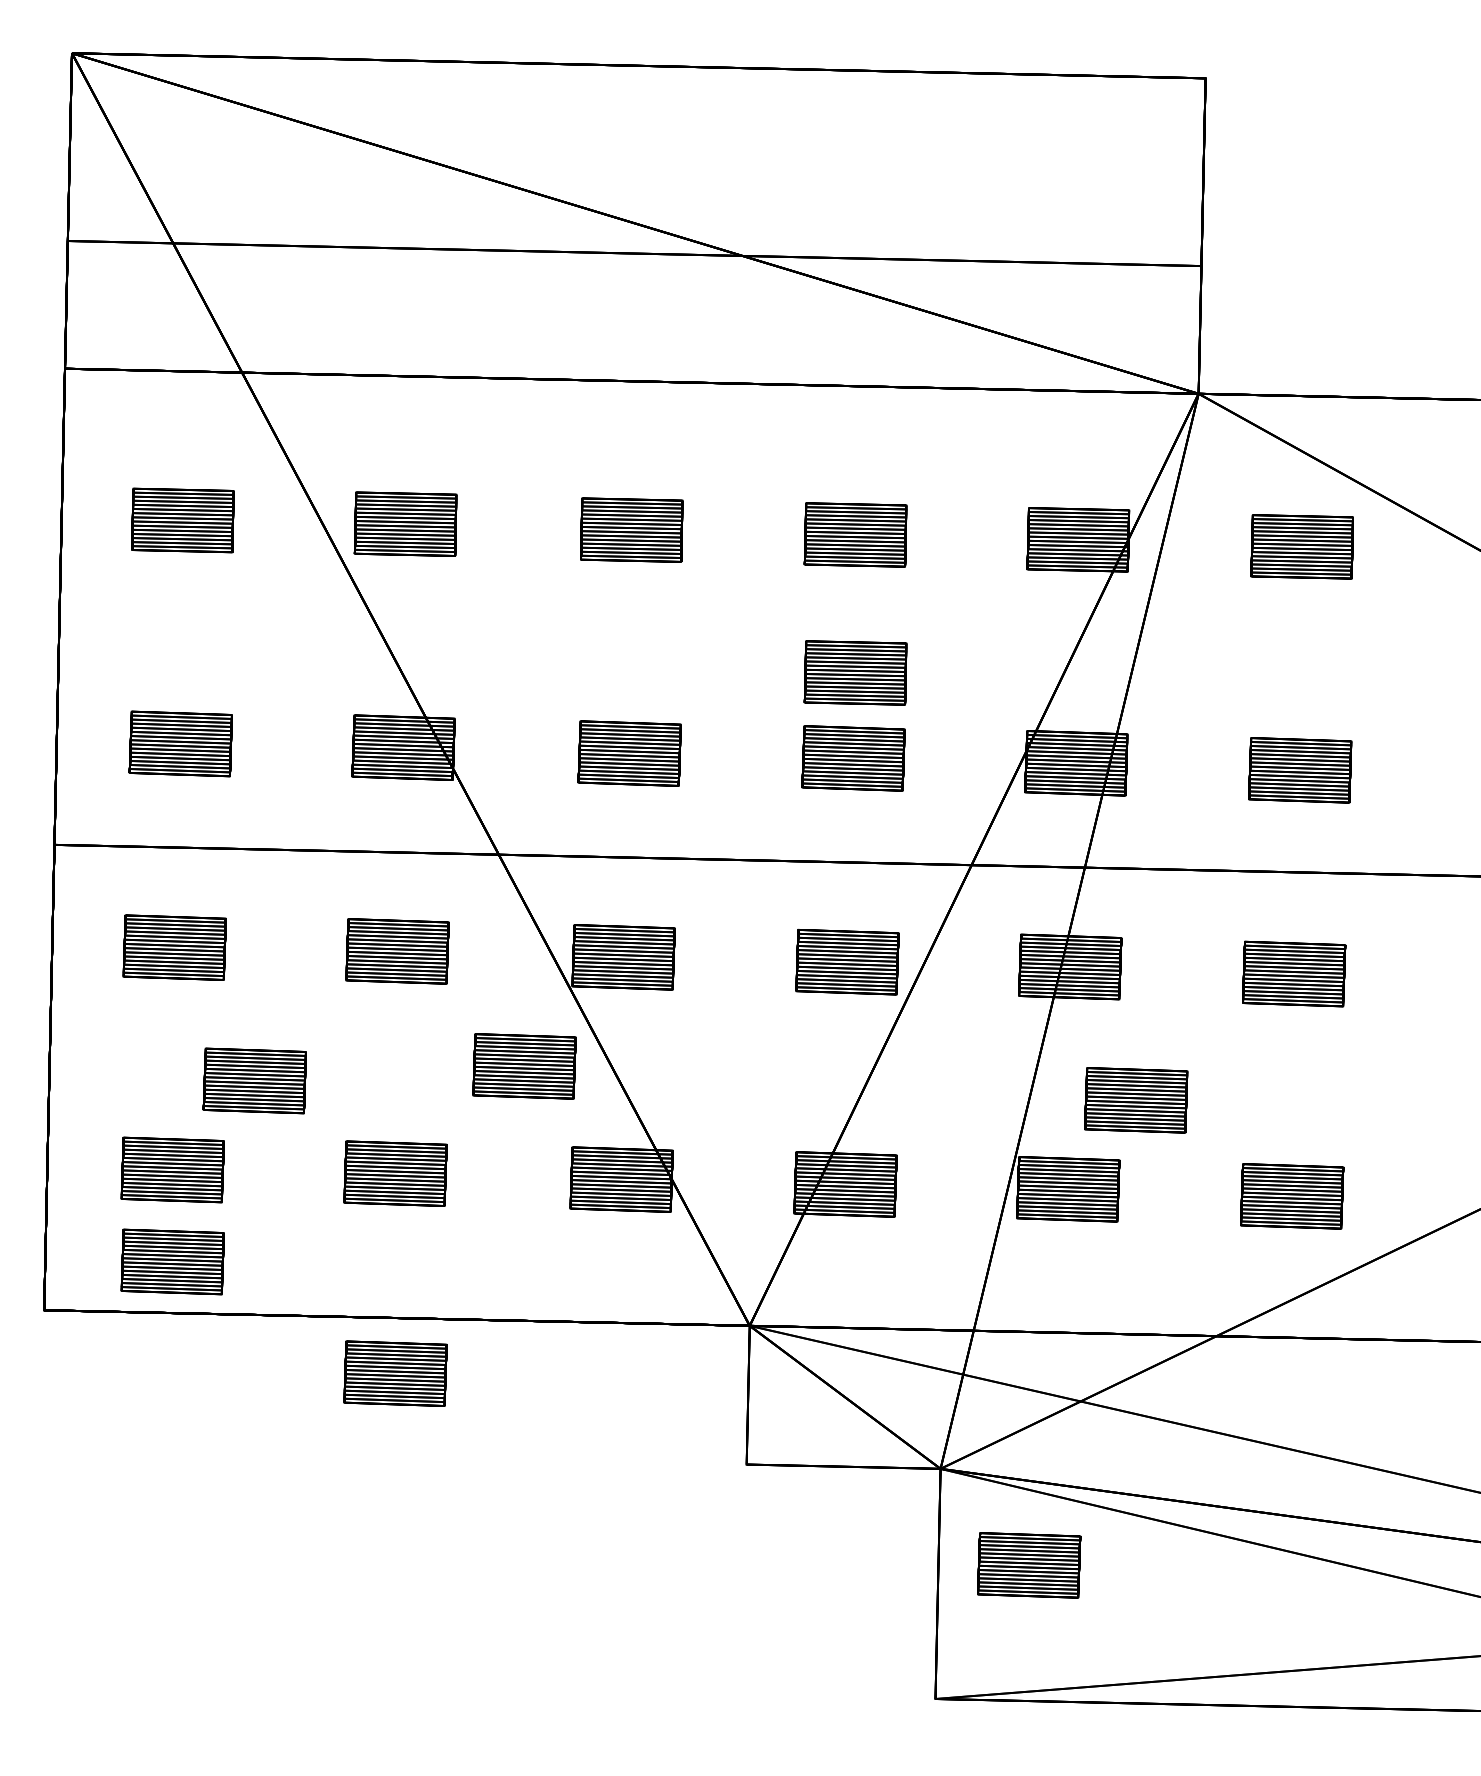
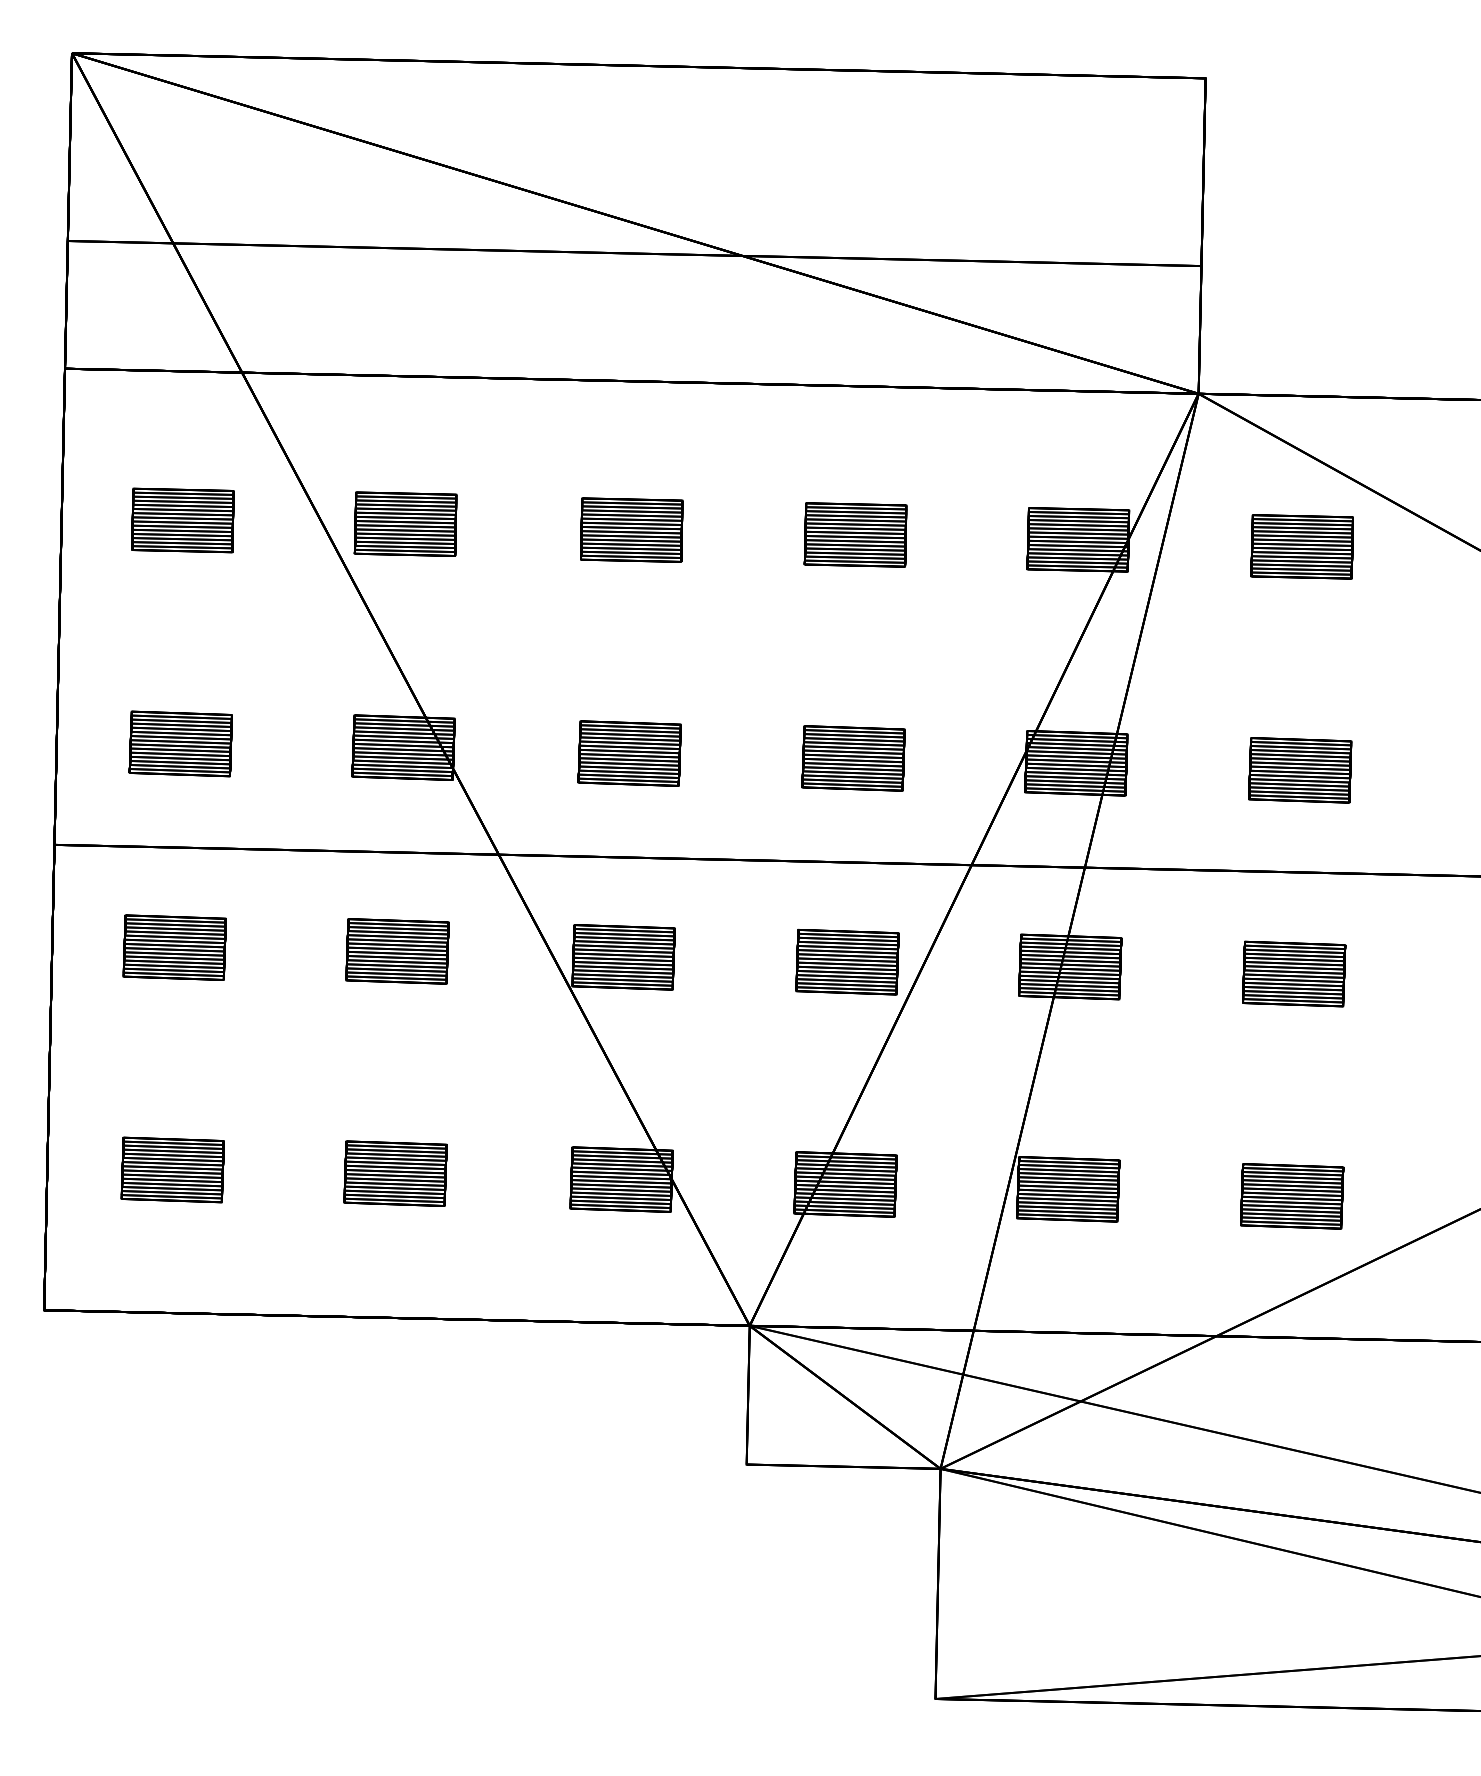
part at (855, 672): present -> none
part at (524, 1066): present -> none
part at (254, 1080): present -> none
part at (1136, 1100): present -> none
part at (172, 1261): present -> none
part at (395, 1373): present -> none
part at (1029, 1565): present -> none
